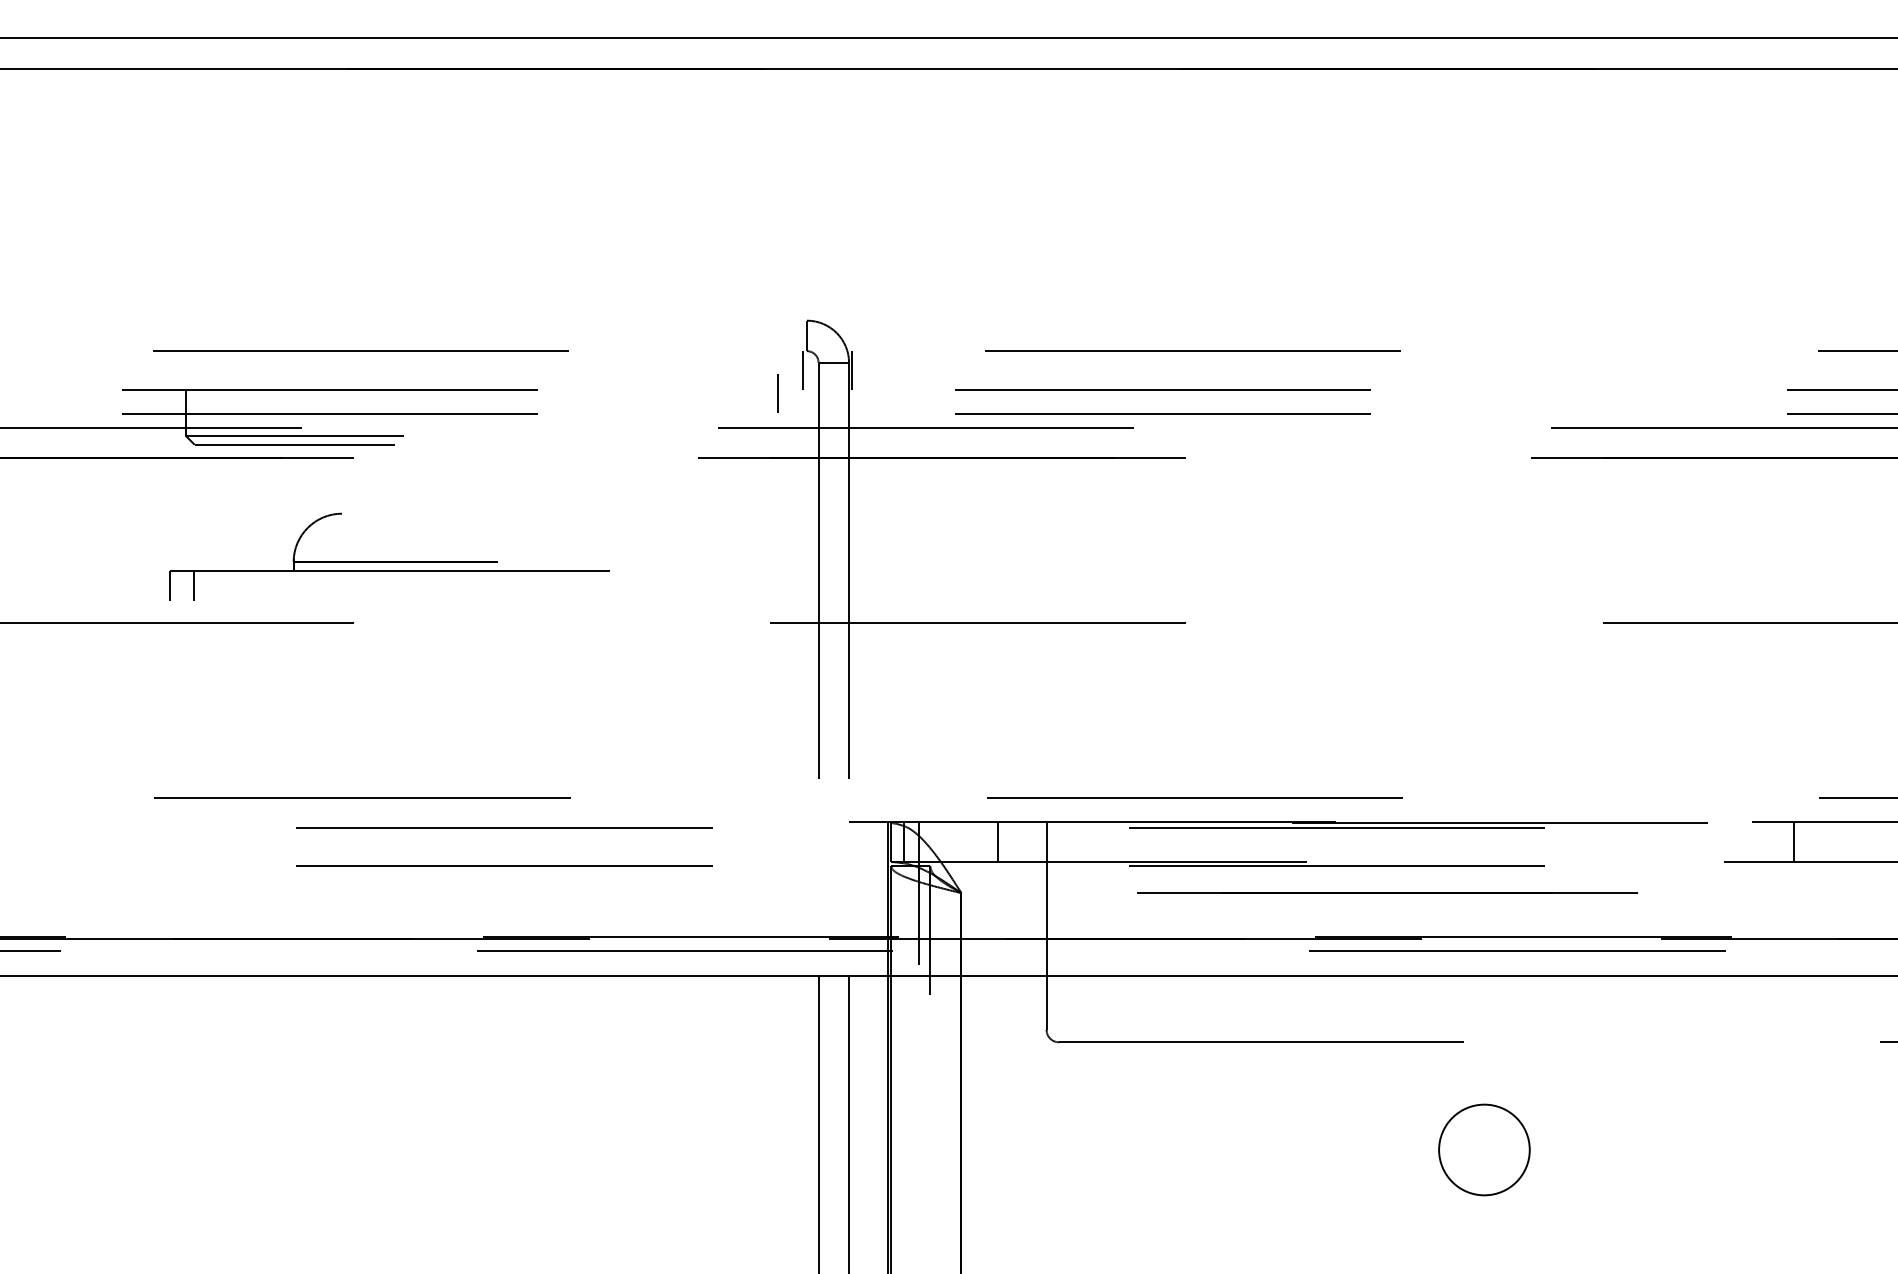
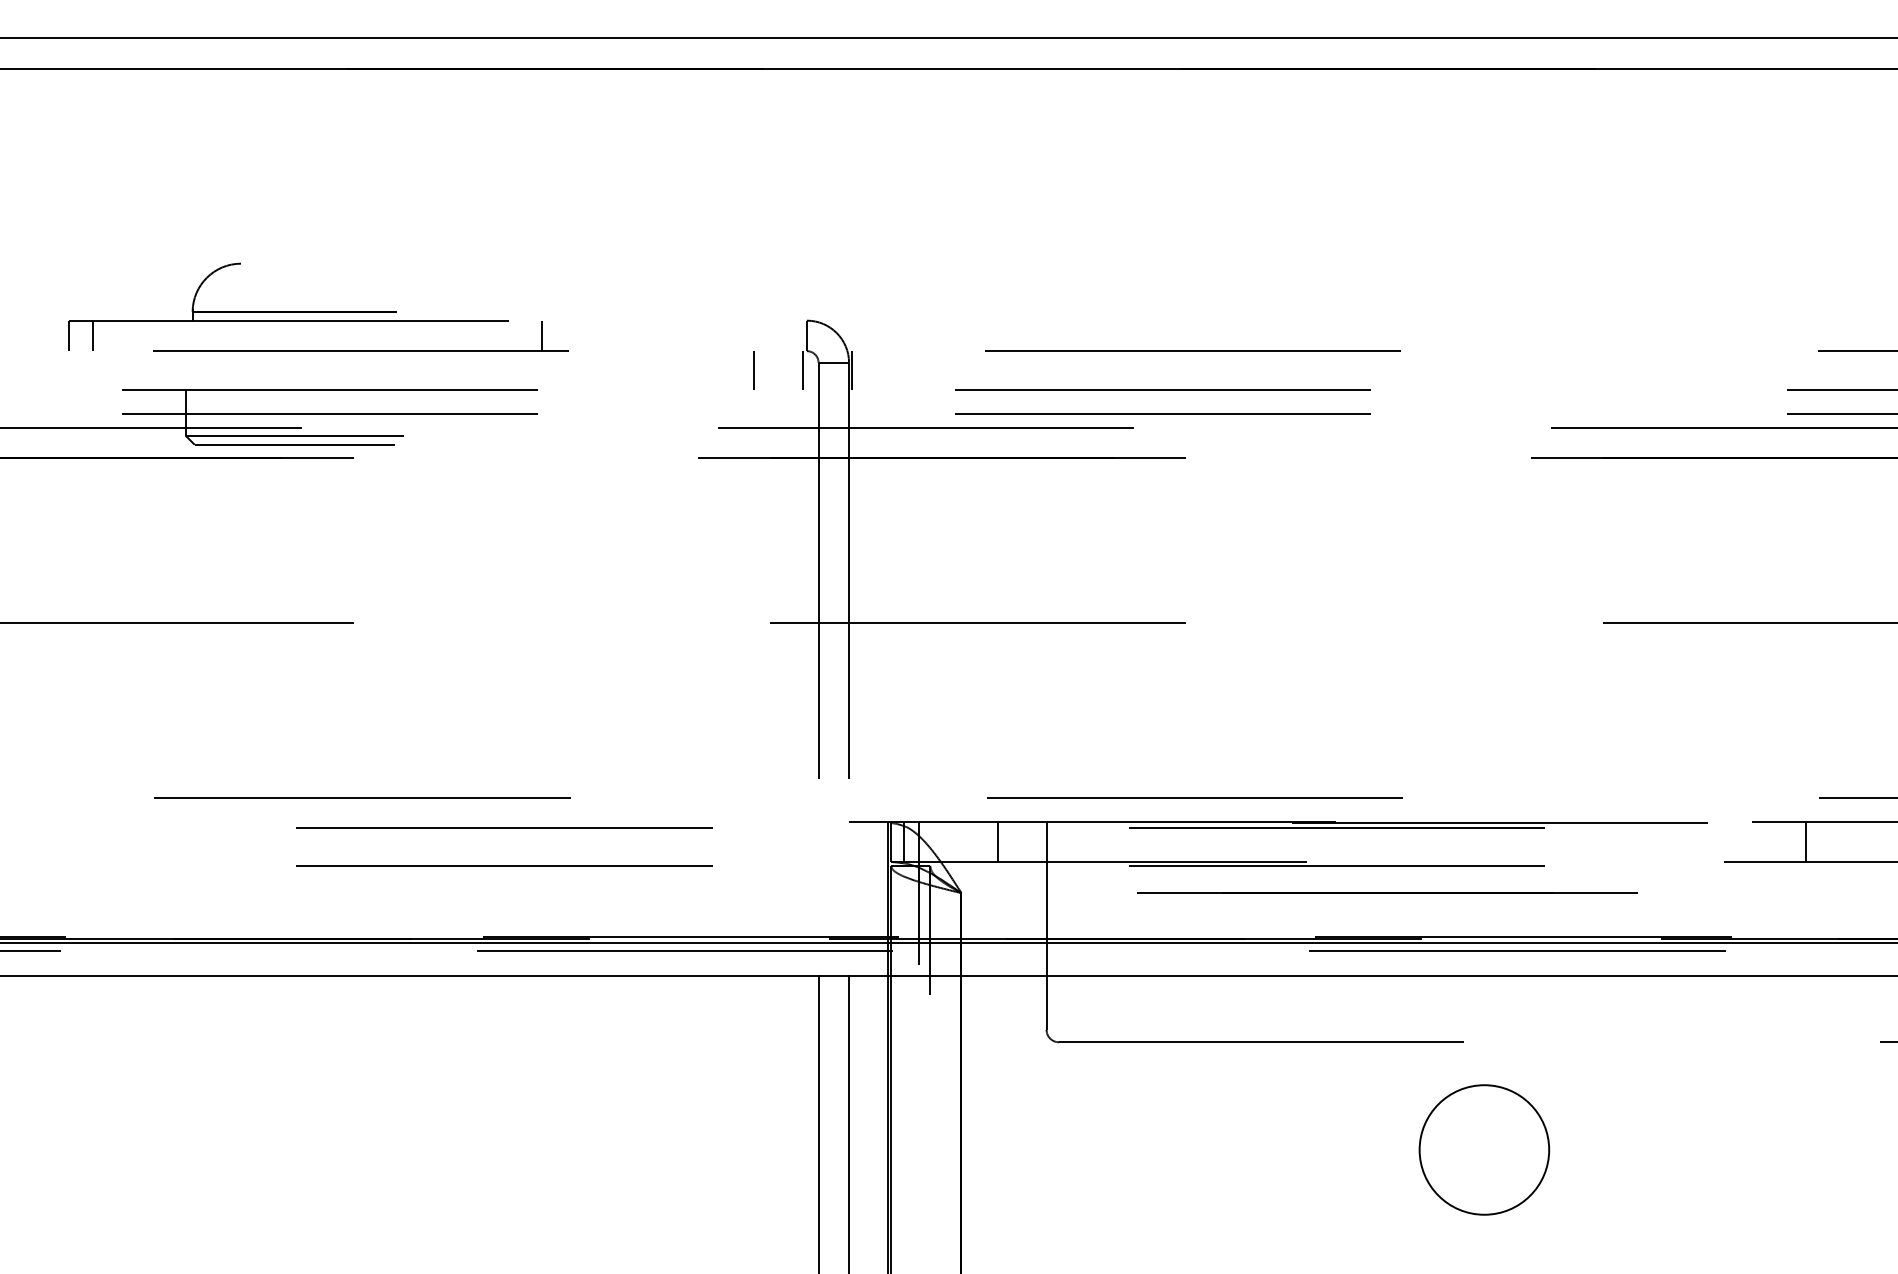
line at (541, 335): none -> present
line at (777, 393) position: (777, 393) -> (753, 370)
part at (389, 556) position: (389, 556) -> (288, 306)
line at (1793, 841) position: (1793, 841) -> (1805, 841)
line at (948, 942): none -> present
circle at (1484, 1149) size: 93x94 px -> 133x132 px
